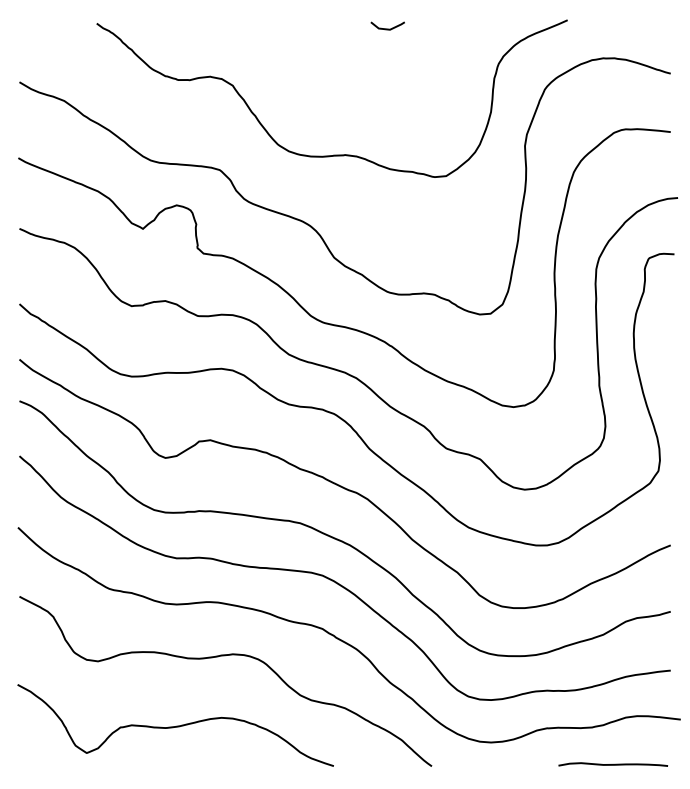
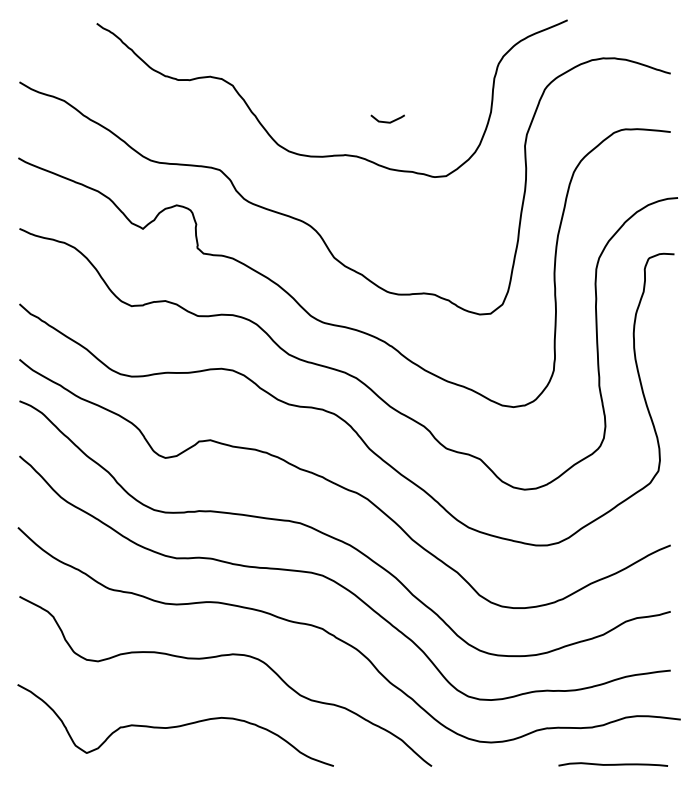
line at (387, 28) position: (387, 28) -> (387, 121)
